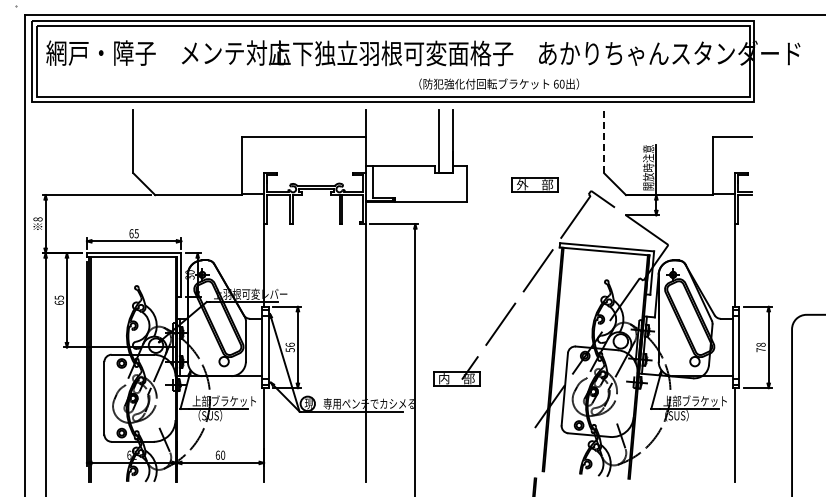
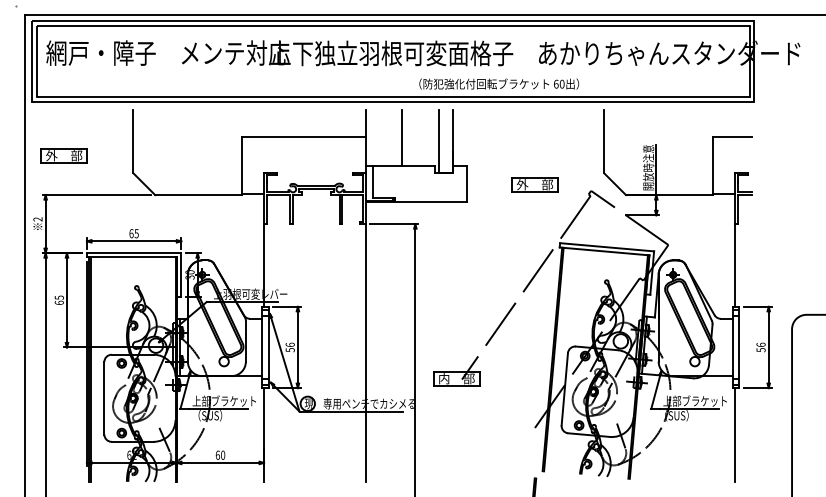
line at (401, 137): none -> present
line at (604, 141): dashed -> solid
part at (63, 155): none -> present
text at (37, 219): 8 -> 2
text at (760, 347): 78 -> 56
